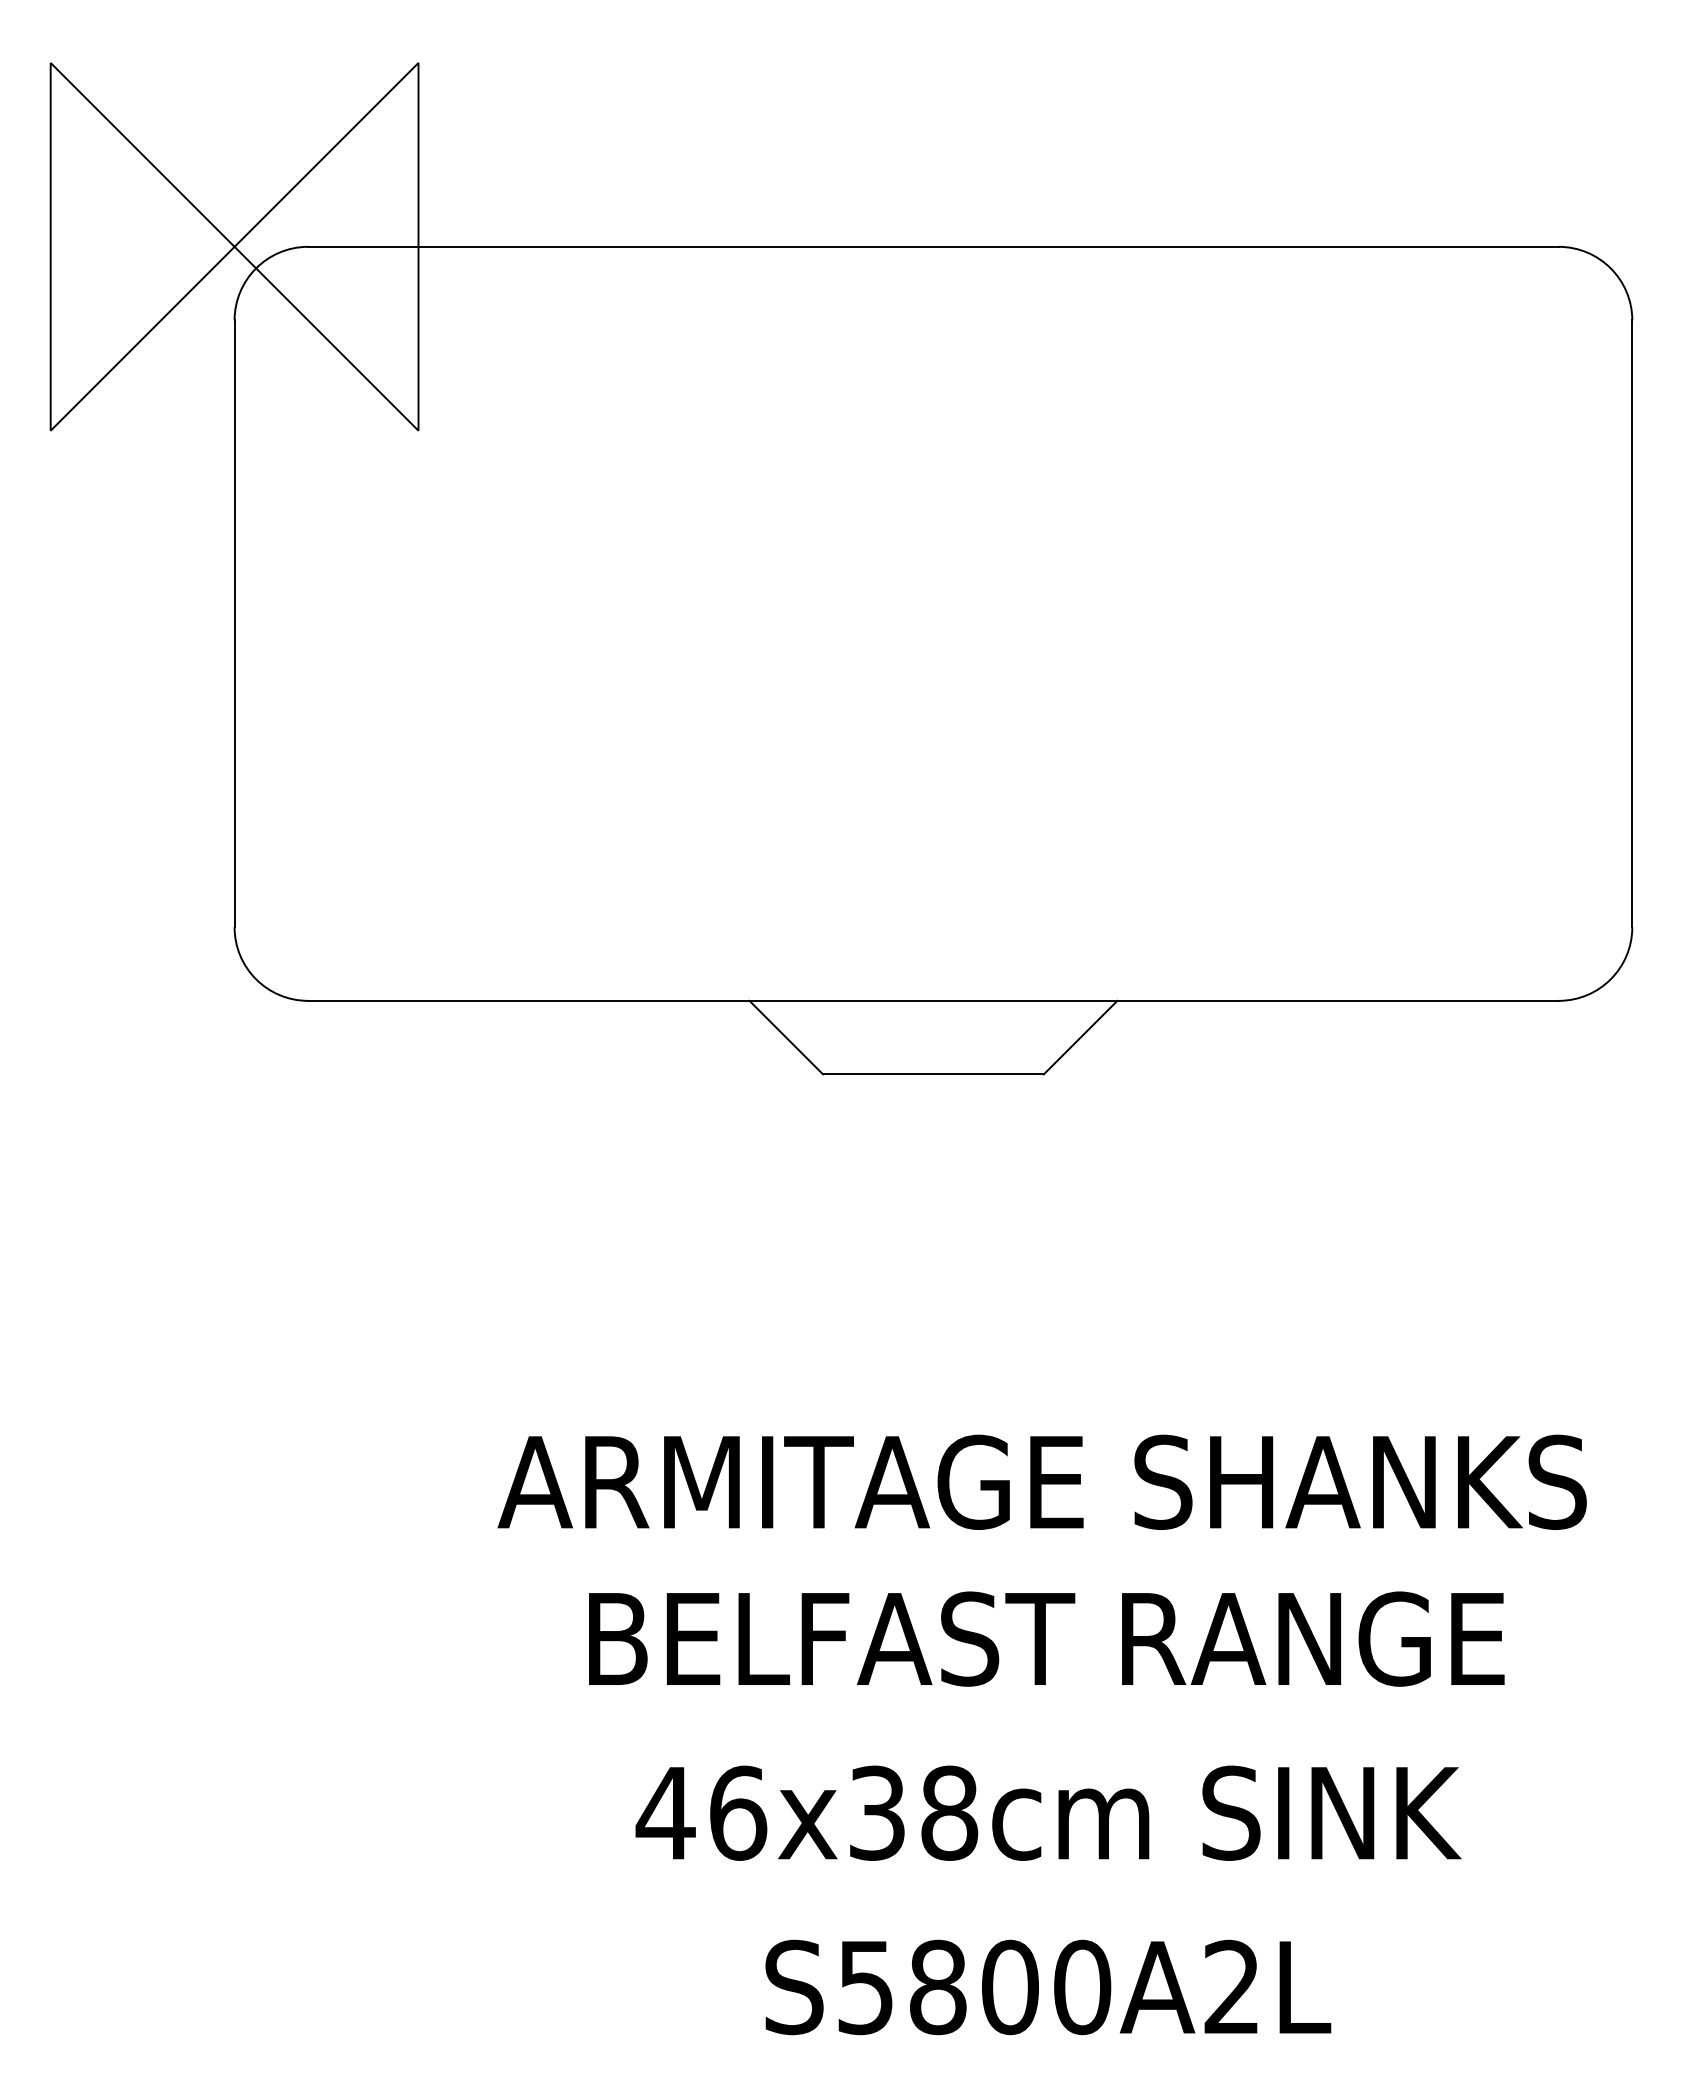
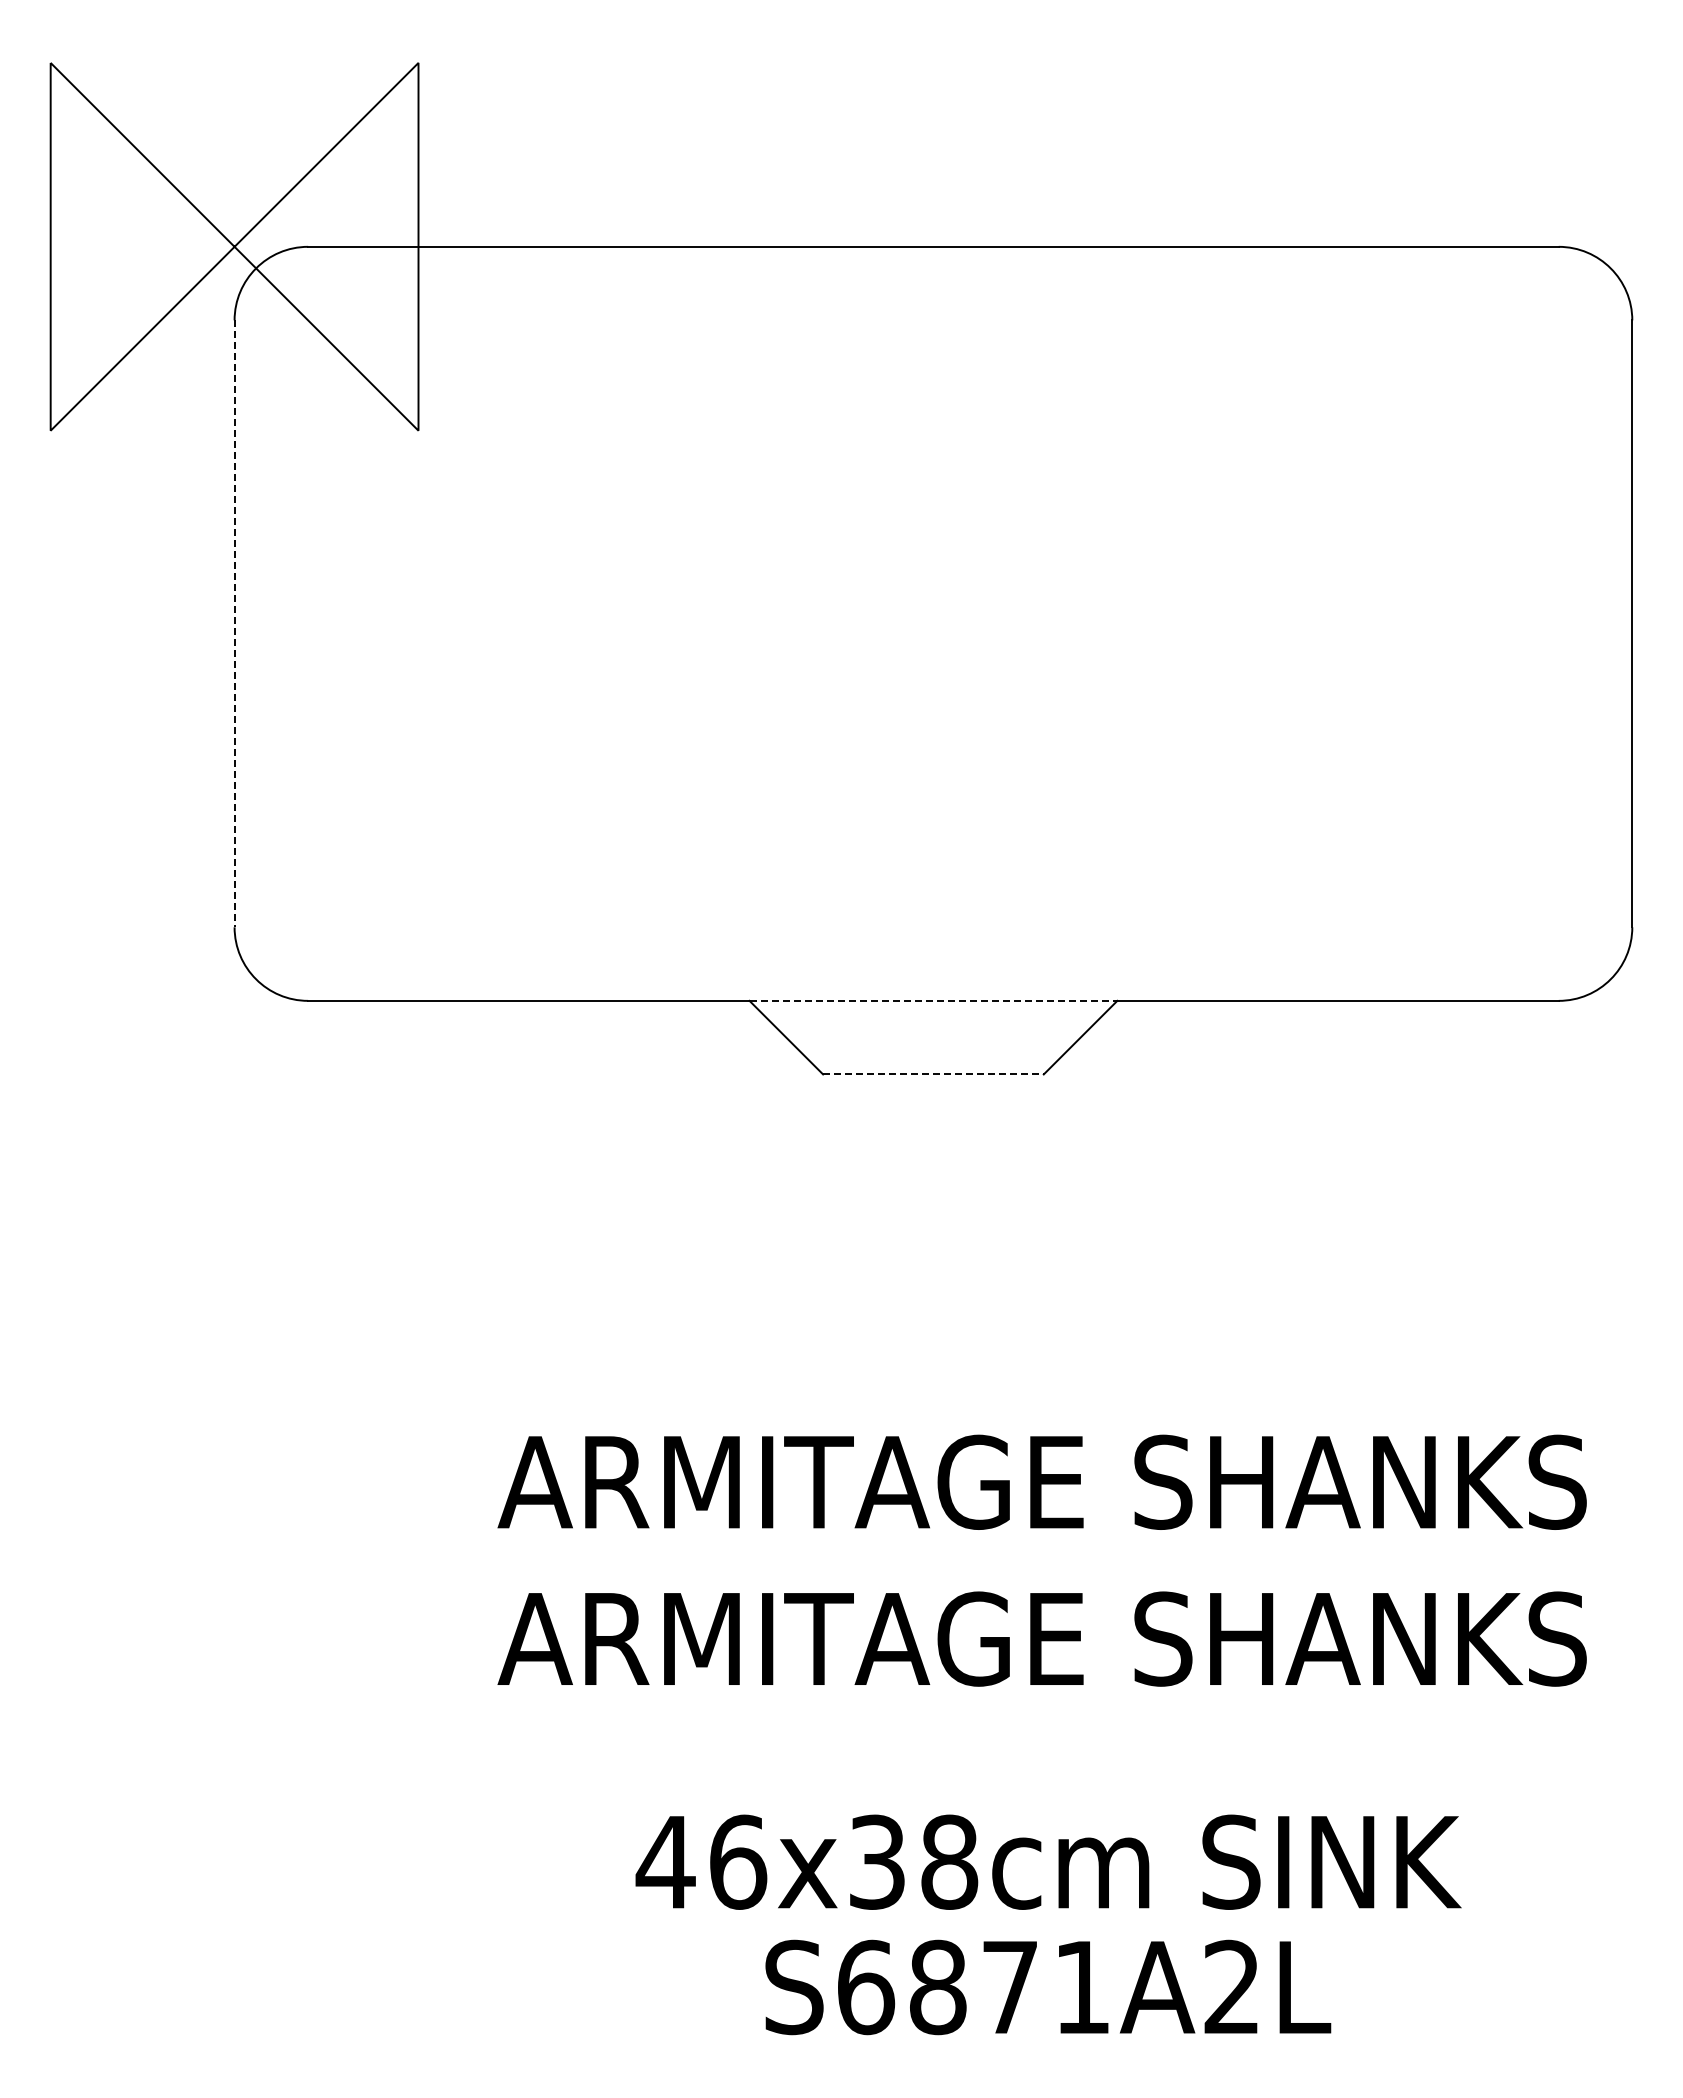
line at (234, 624): solid -> dashed
line at (933, 1000): solid -> dashed
line at (933, 1074): solid -> dashed
text at (1041, 1638): BELFAST RANGE -> ARMITAGE SHANKS
text at (1048, 1812) position: (1048, 1812) -> (1048, 1861)
text at (974, 1987): S5800A2L -> S6871A2L
